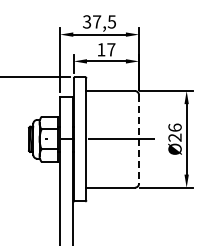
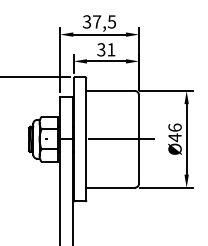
text at (106, 49): 17 -> 31
text at (174, 137): Ø26 -> Ø46
line at (139, 139): dashed -> solid
